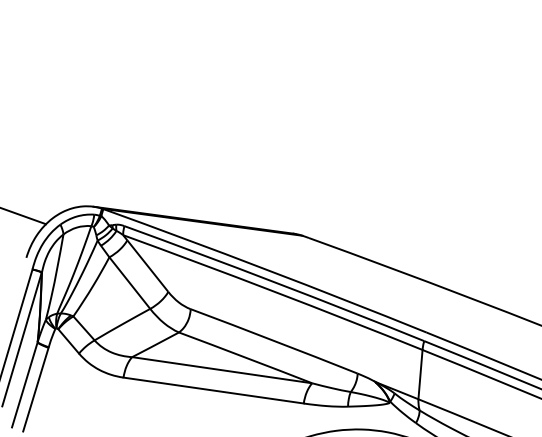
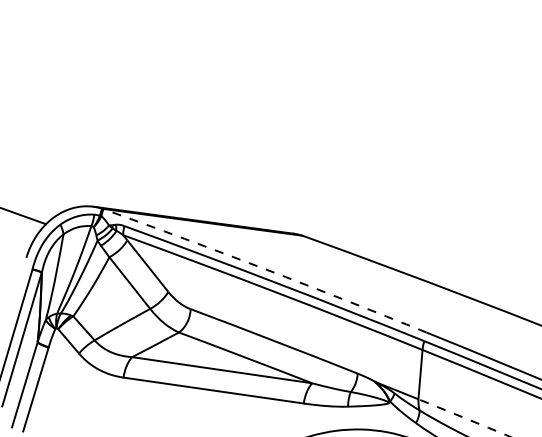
arc at (265, 269): solid -> dashed
arc at (464, 418): solid -> dashed
